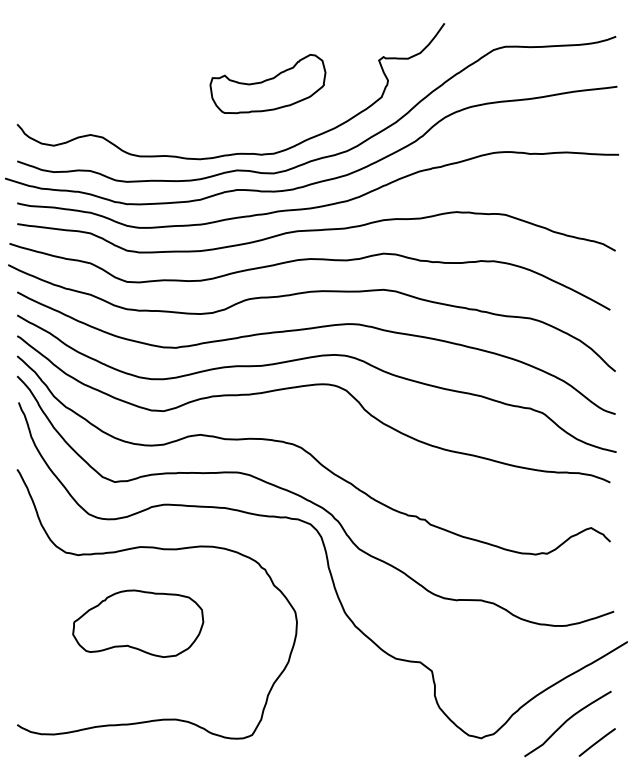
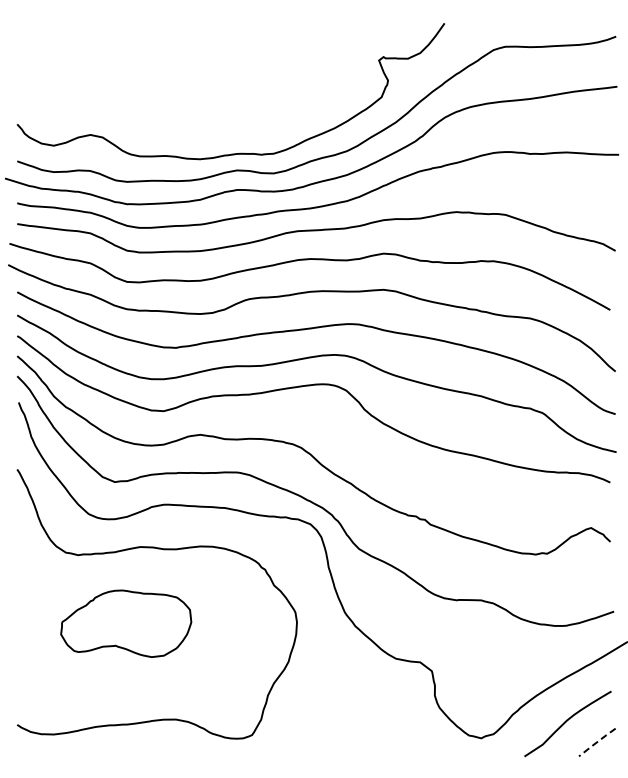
part at (267, 84): present -> none
part at (138, 623) position: (138, 623) -> (126, 623)
line at (597, 742): solid -> dashed
